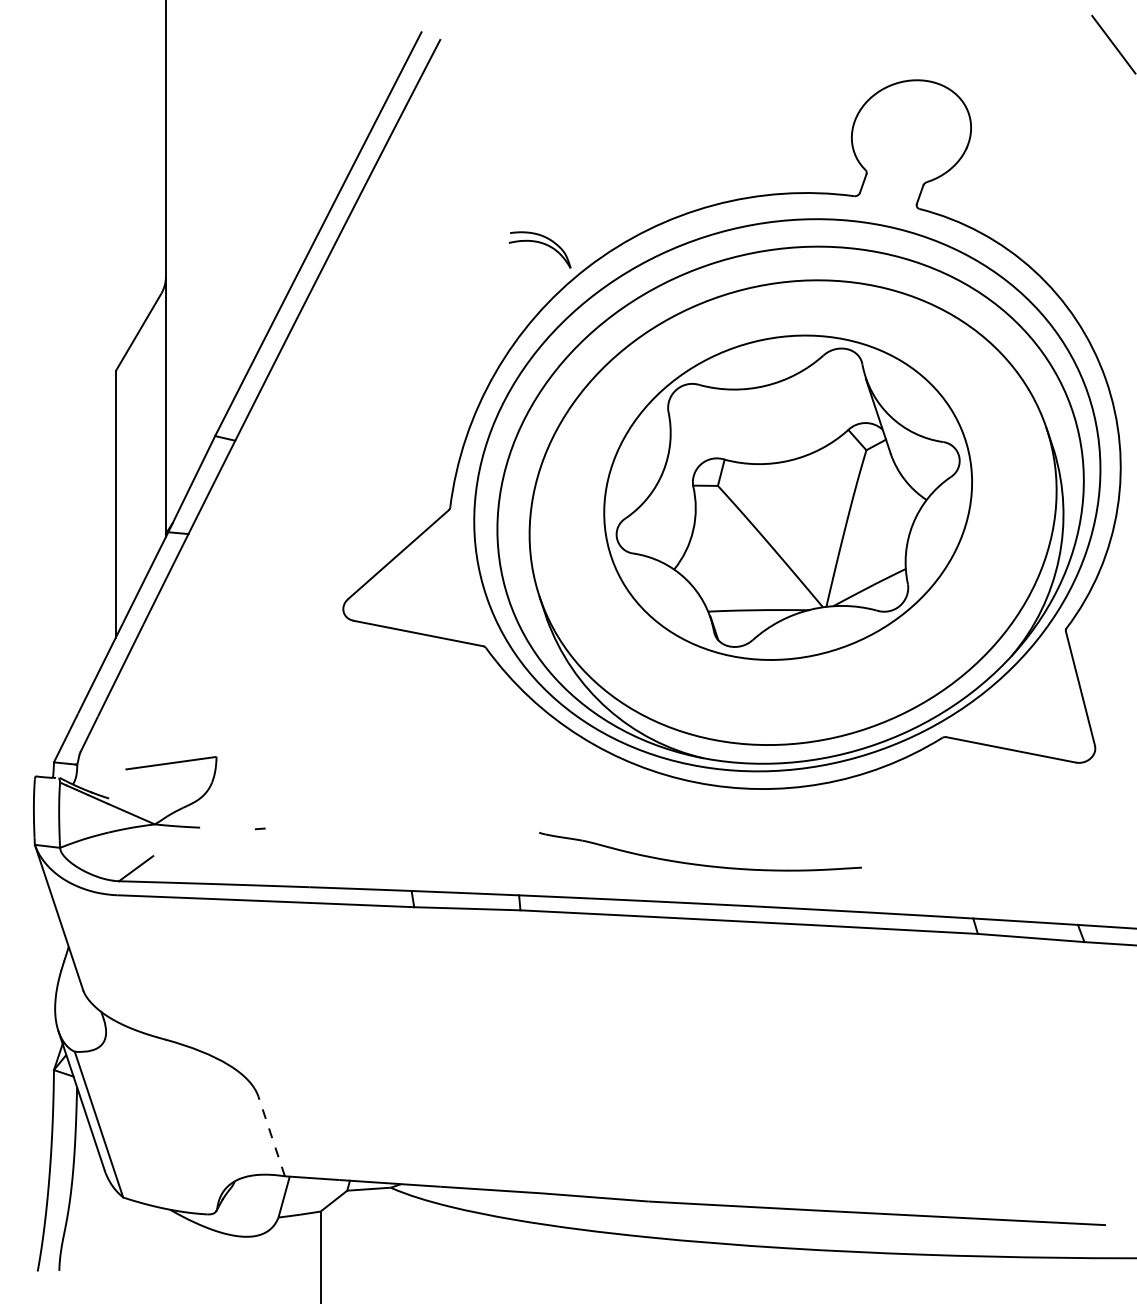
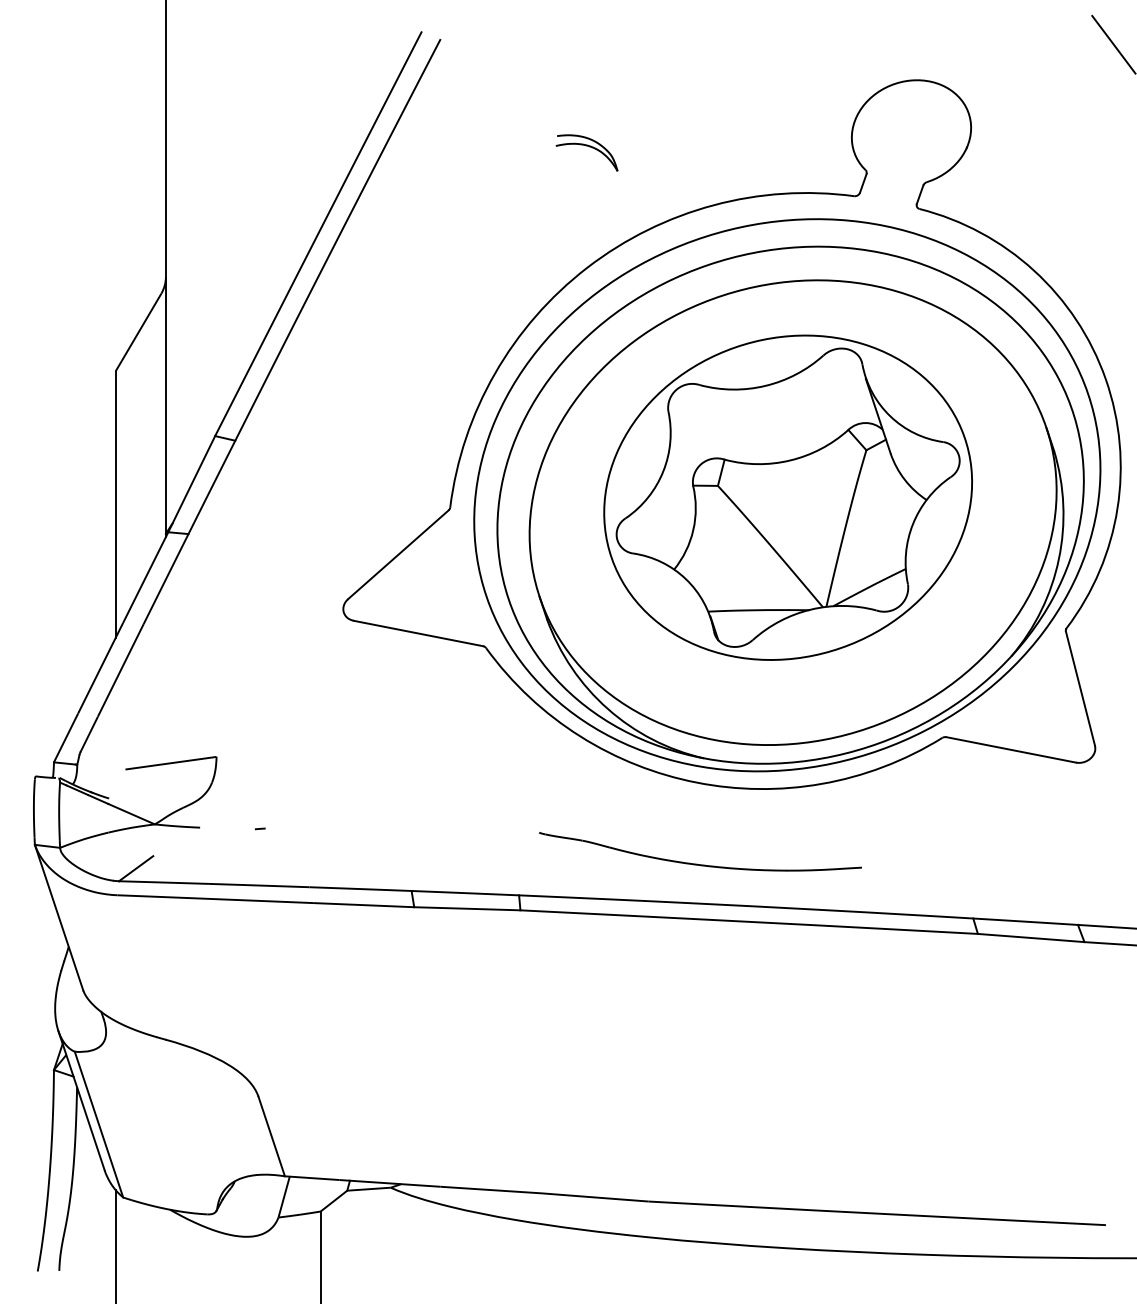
part at (539, 249) position: (539, 249) -> (586, 152)
line at (271, 1136): dashed -> solid
line at (115, 1244): none -> present
